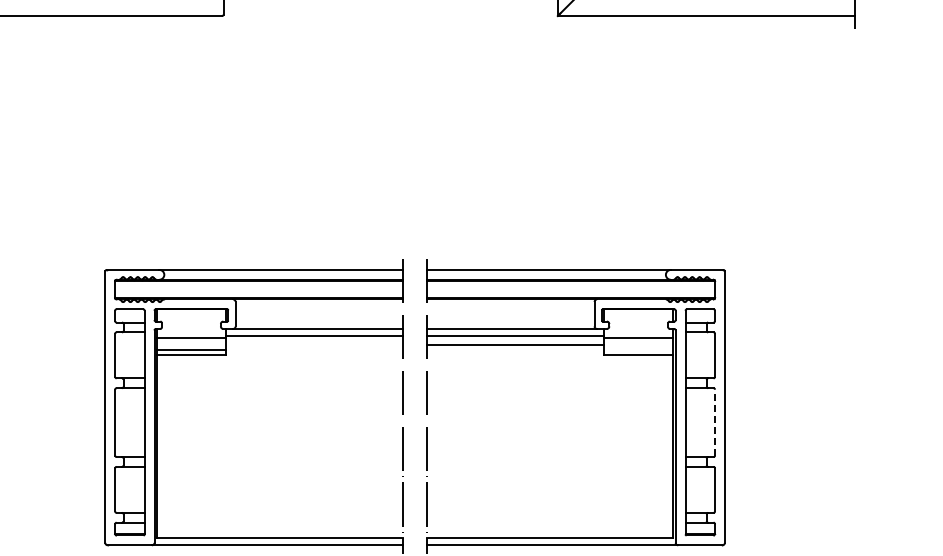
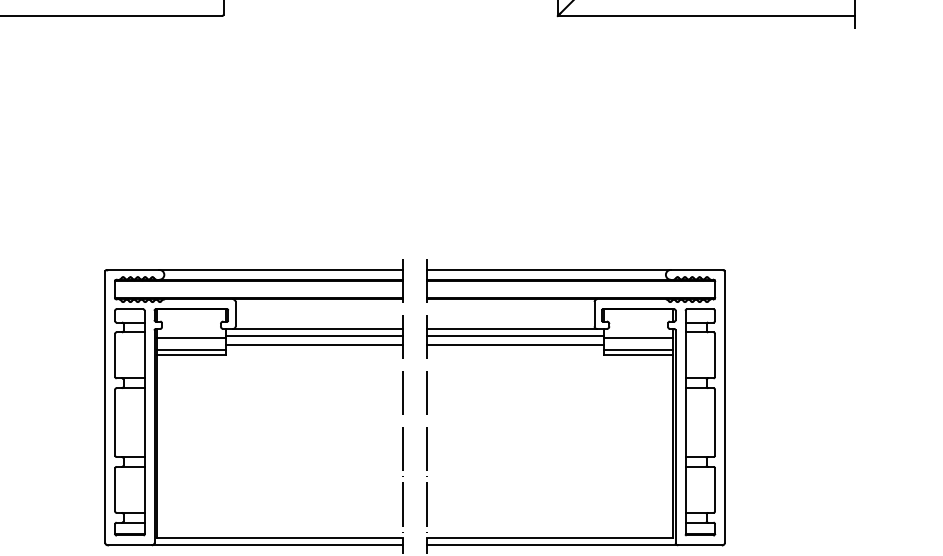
line at (313, 344): none -> present
line at (638, 350): none -> present
line at (715, 422): dashed -> solid
